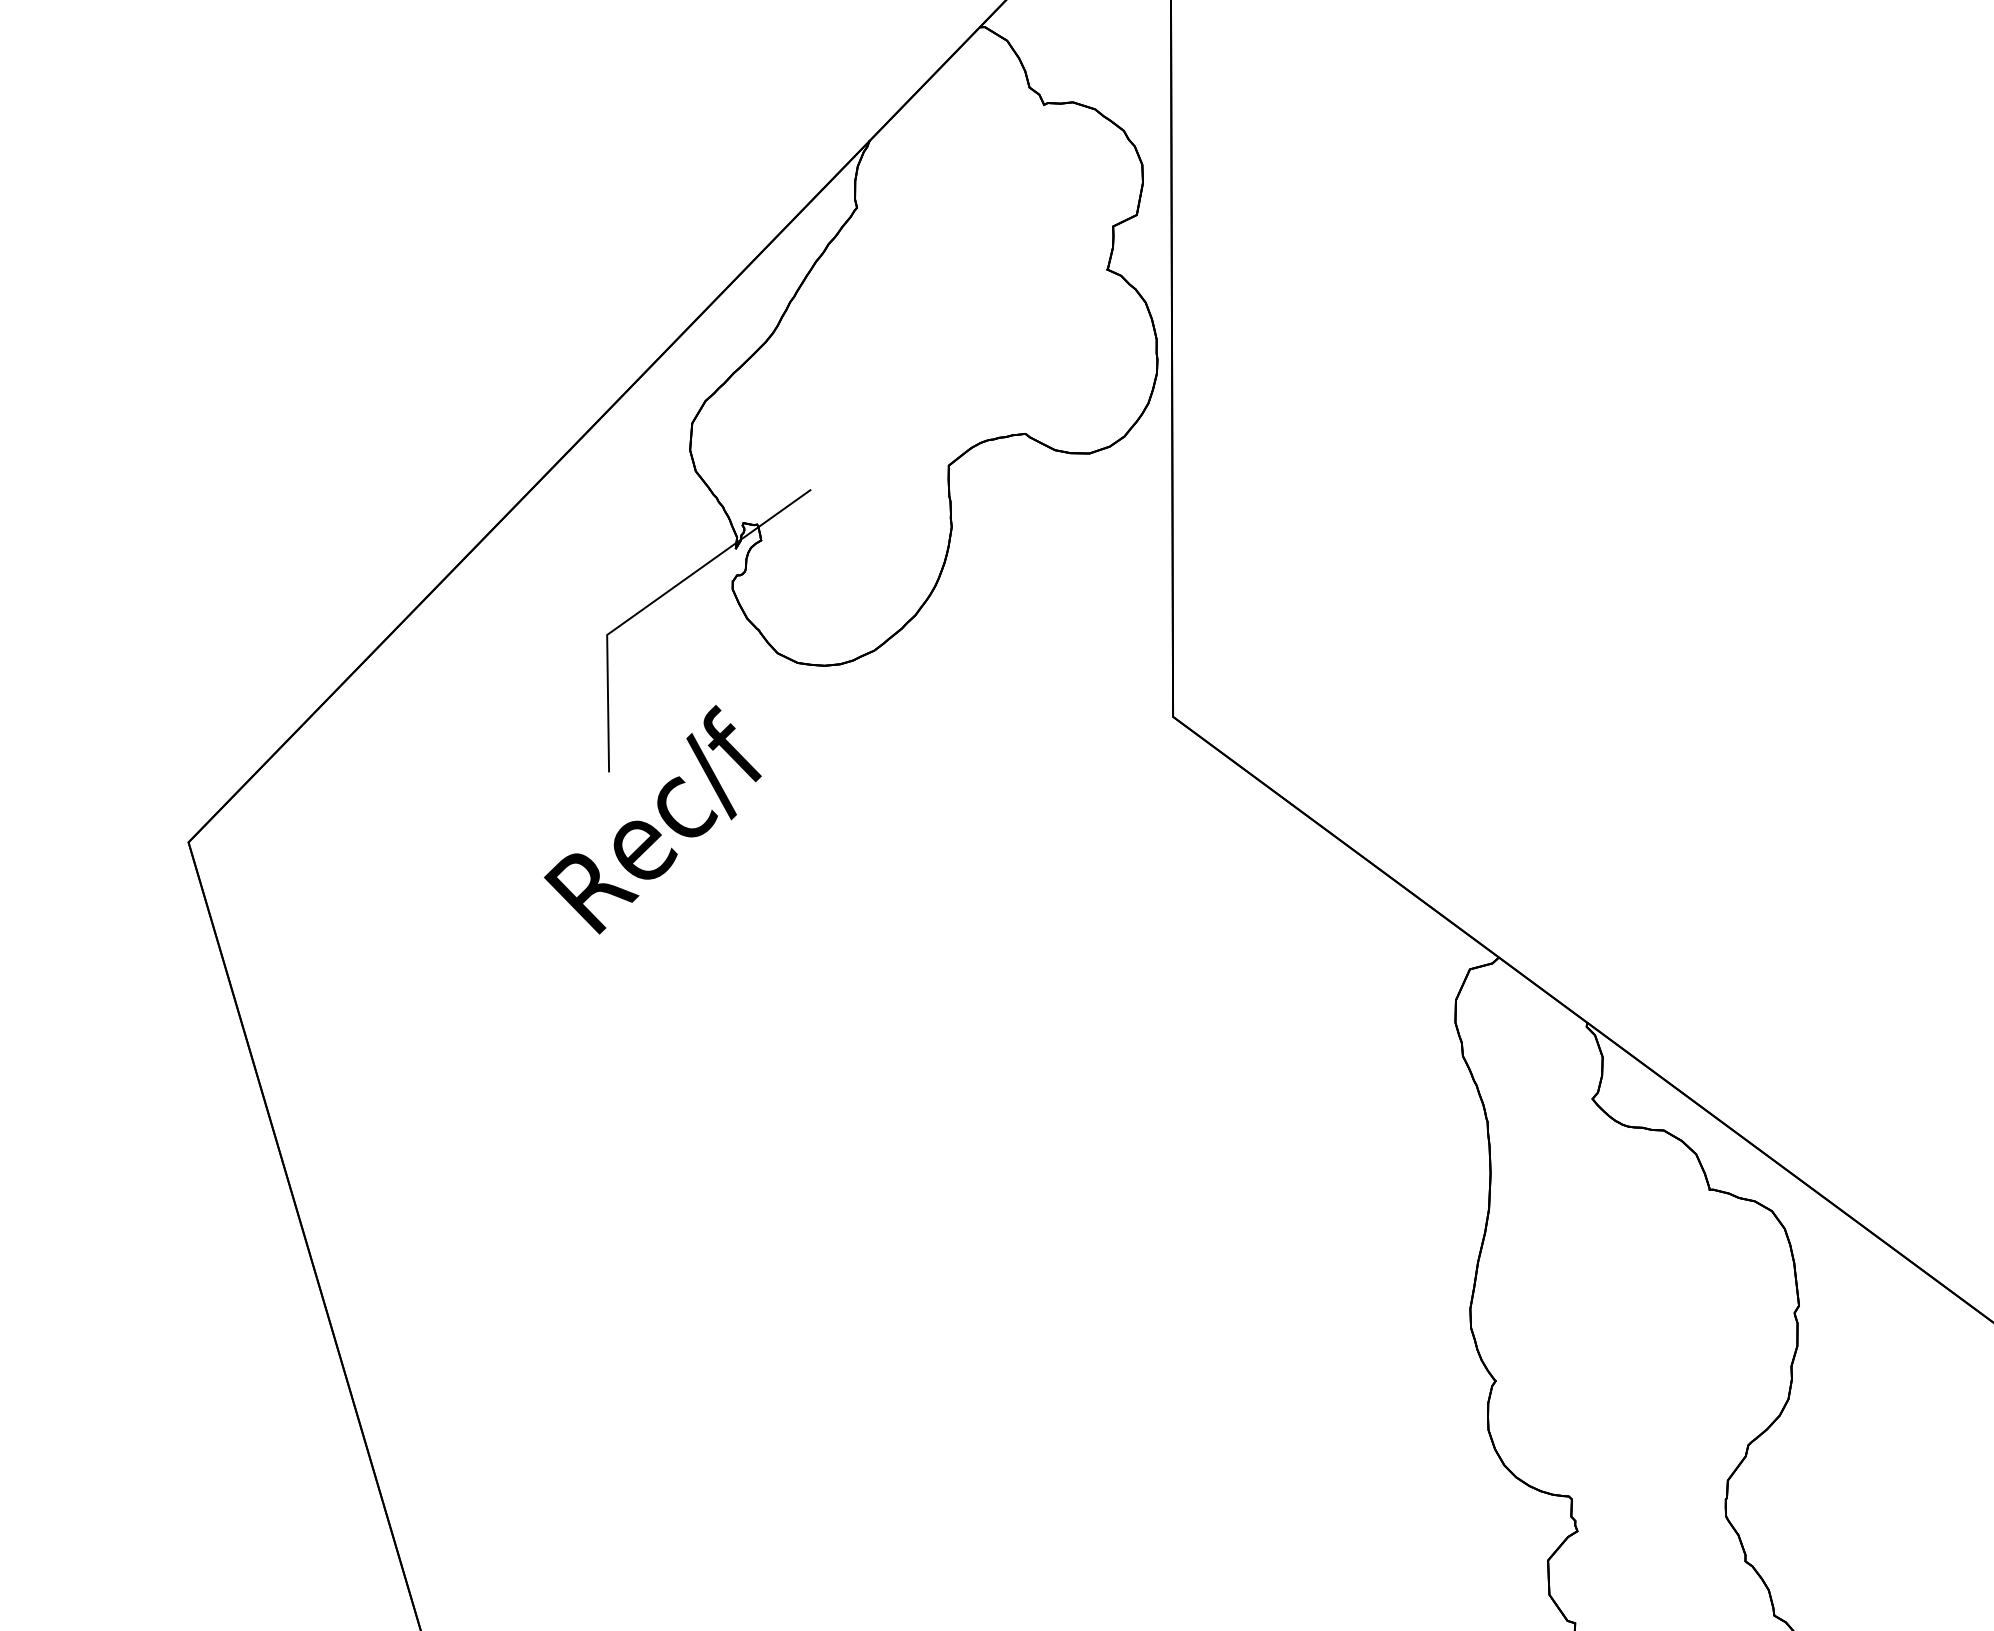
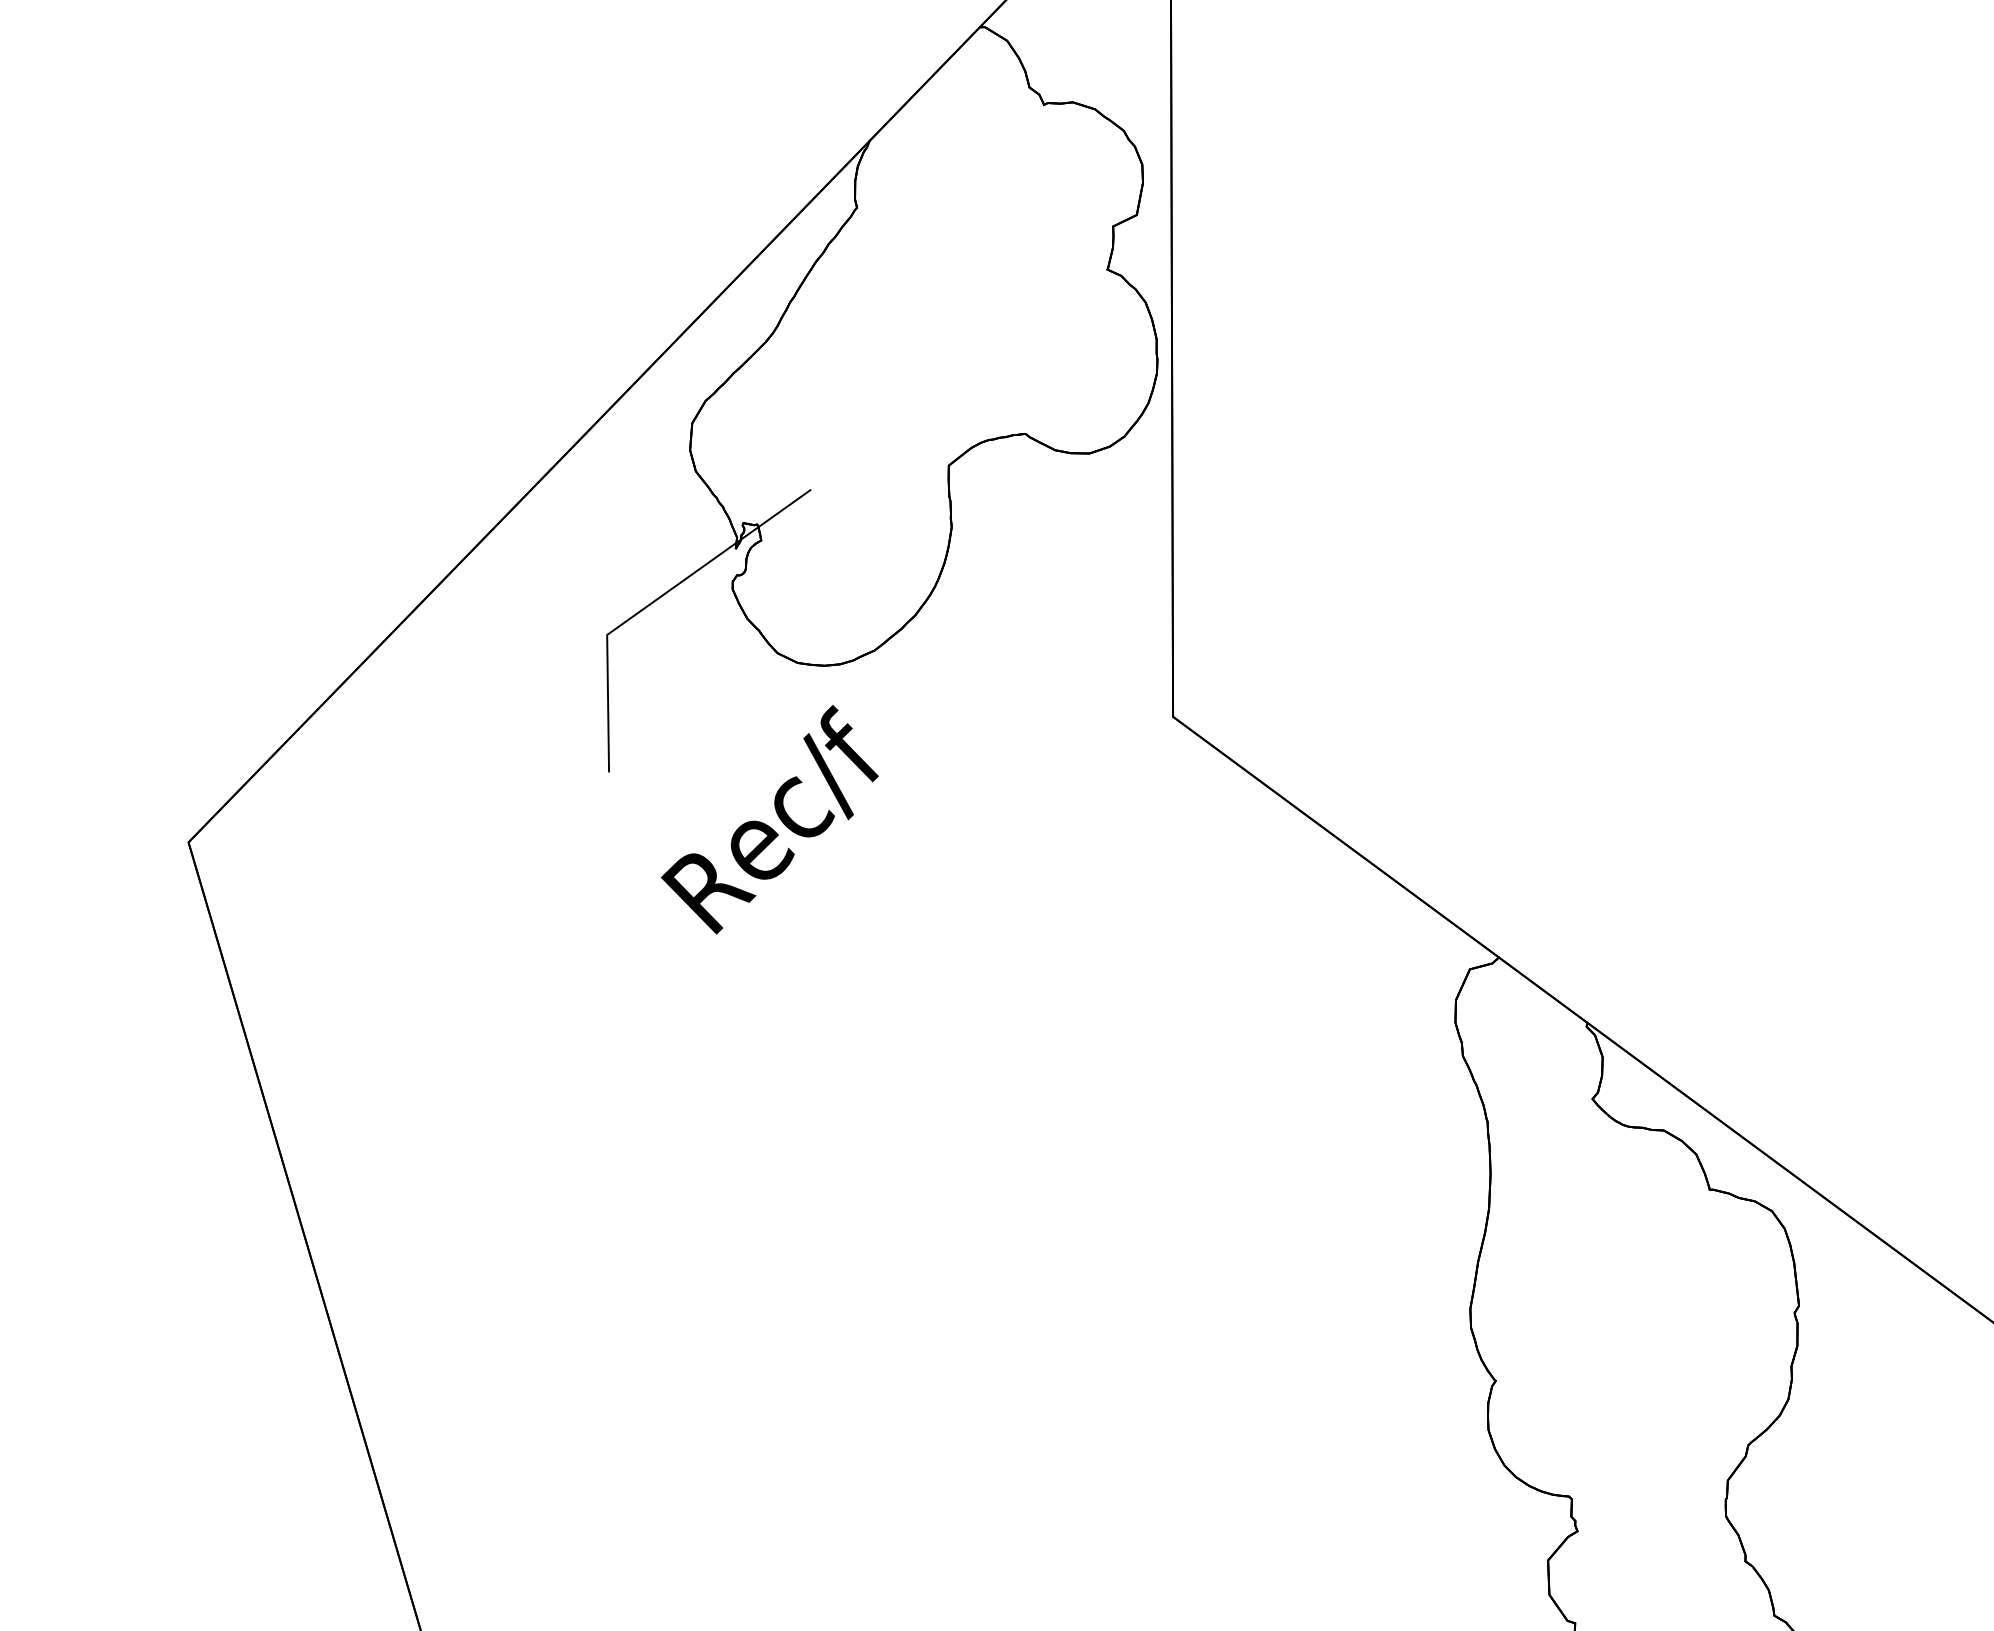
text at (652, 819) position: (652, 819) -> (769, 819)
